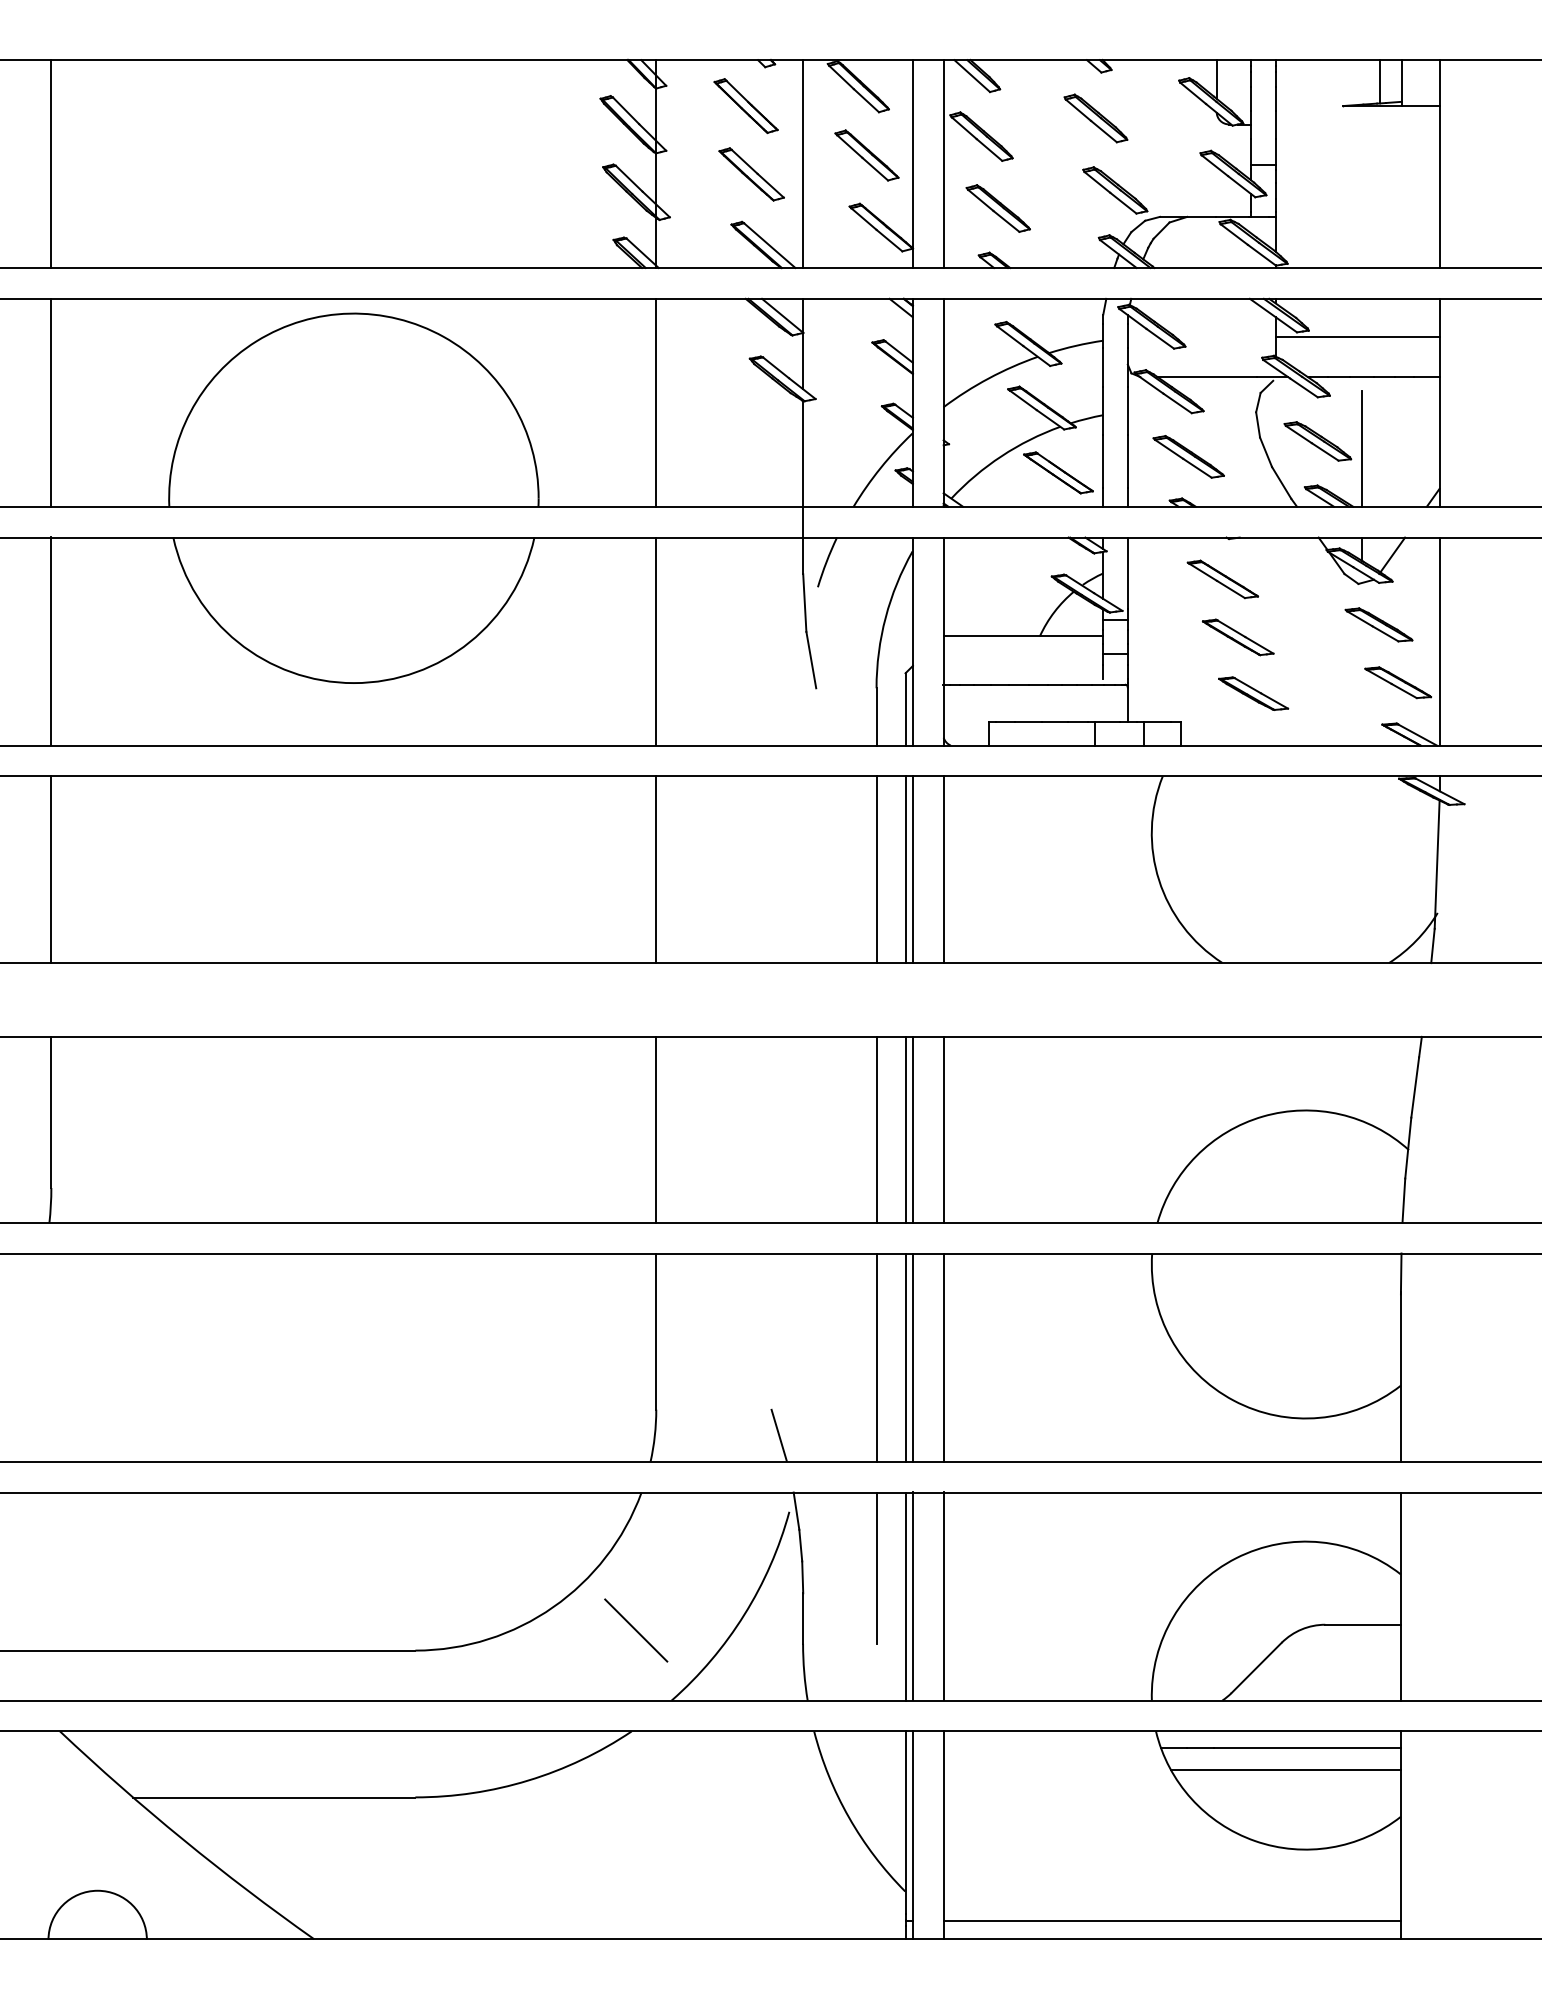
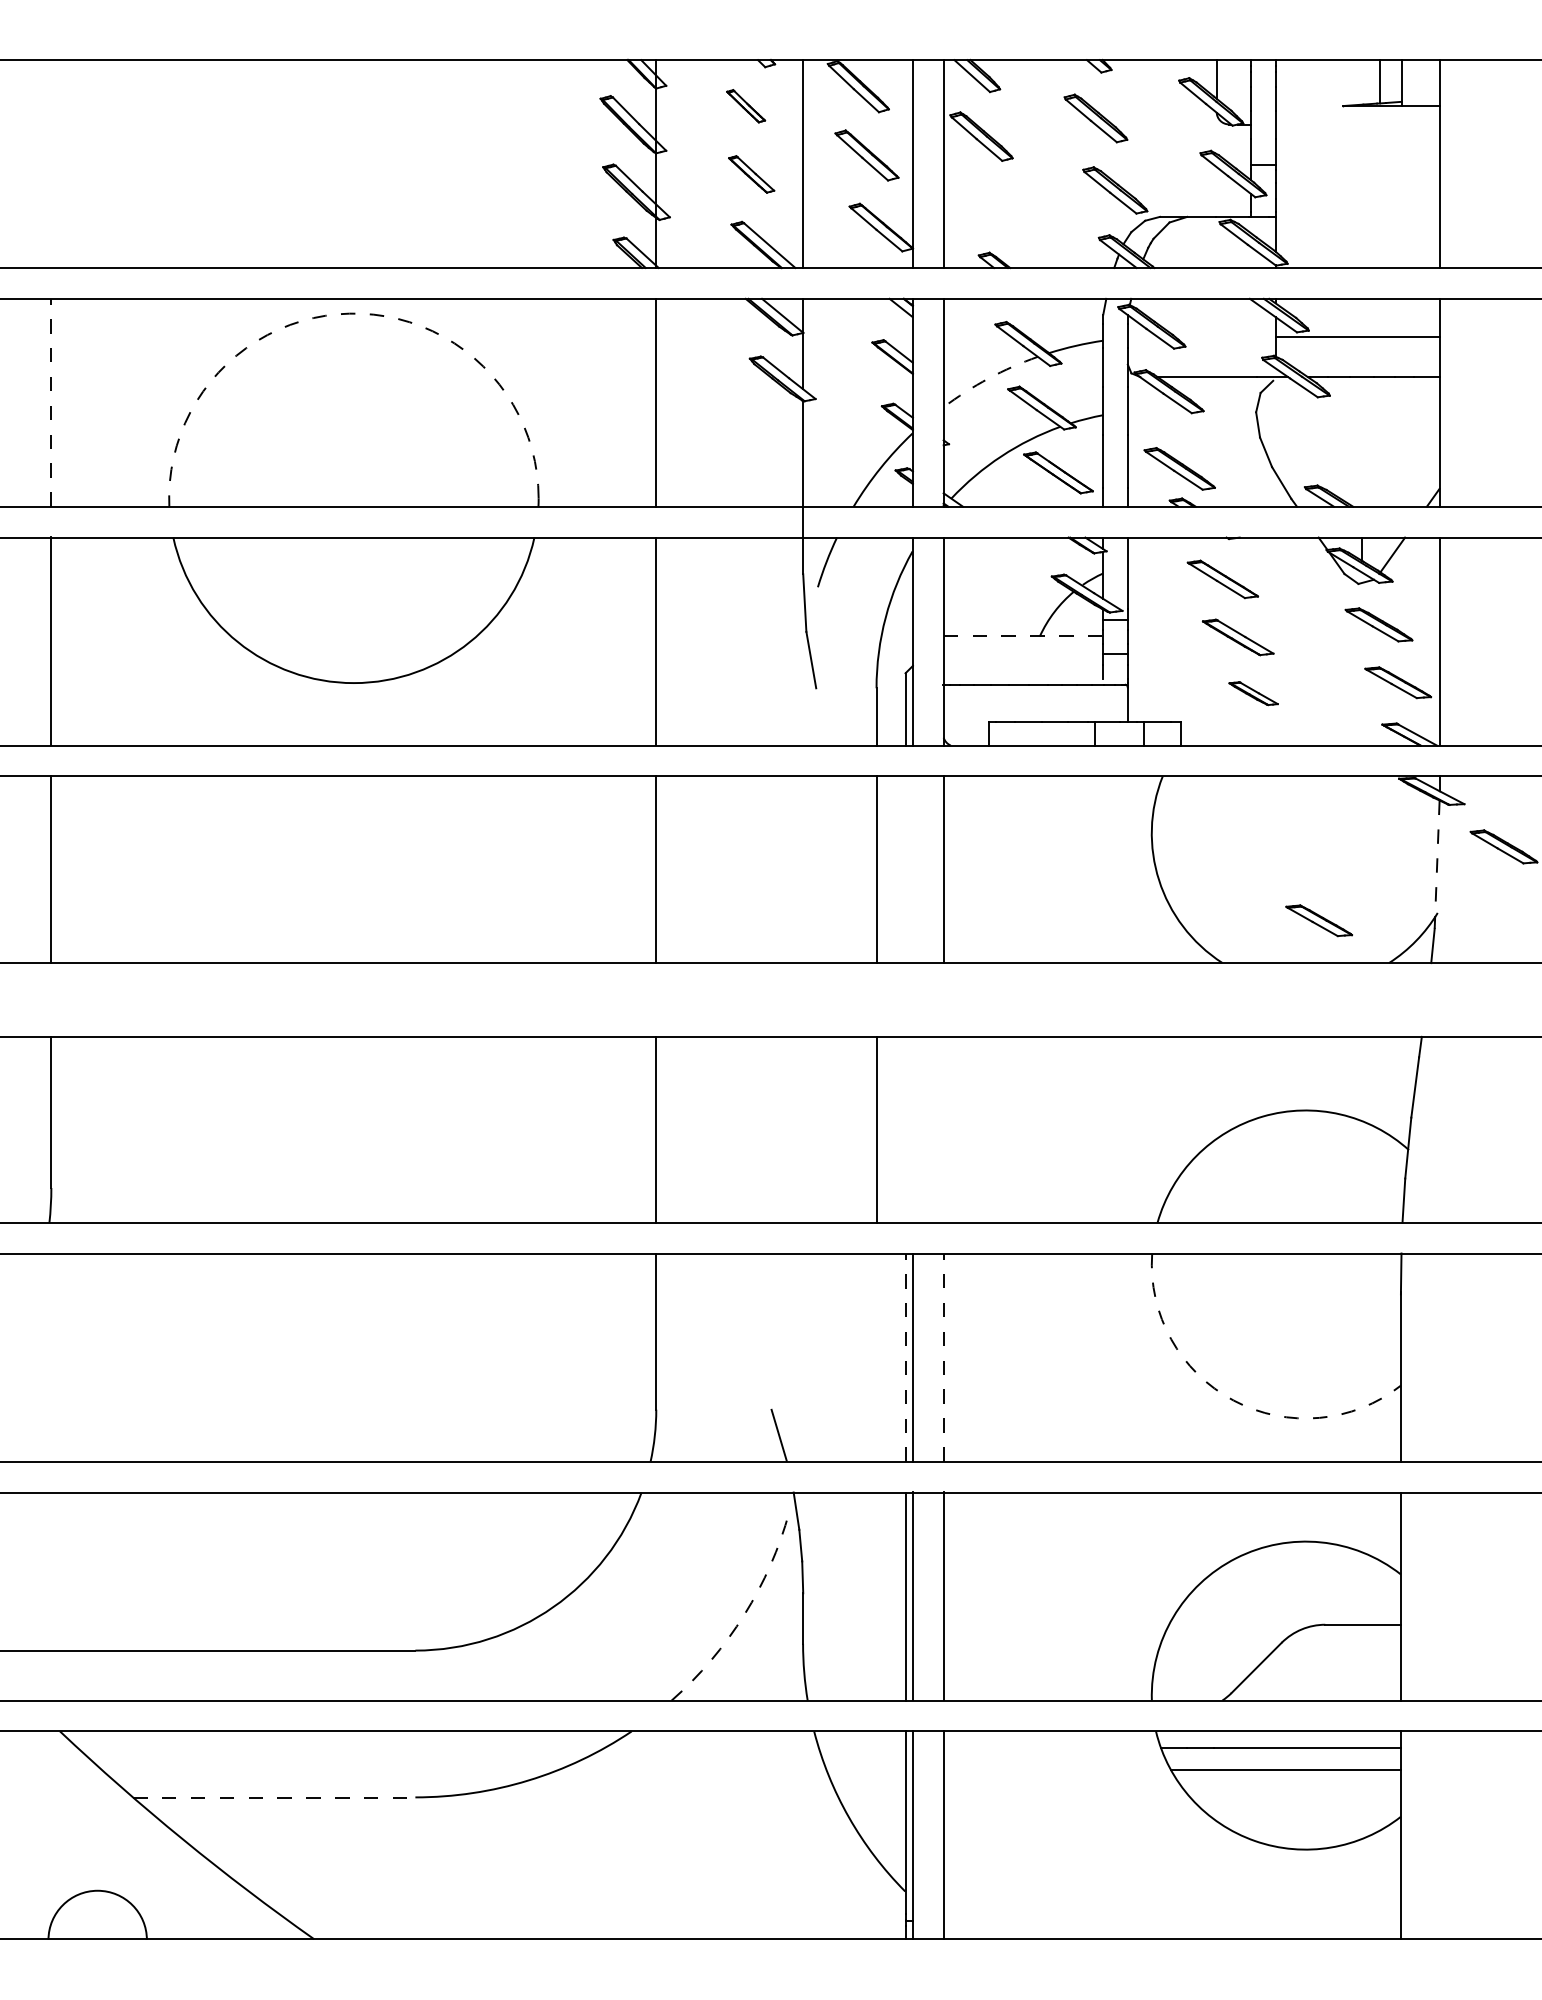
part at (745, 106) size: 66x57 px -> 41x35 px
line at (51, 163): present -> none
part at (751, 174) size: 67x55 px -> 48x39 px
part at (997, 208): present -> none
arc at (349, 313): solid -> dashed
arc at (988, 378): solid -> dashed
line at (51, 402): solid -> dashed
part at (1317, 441): present -> none
line at (1361, 448): present -> none
part at (1188, 456) position: (1188, 456) -> (1179, 468)
line at (1023, 636): solid -> dashed
part at (1253, 693) size: 72x35 px -> 51x26 px
part at (1503, 846): none -> present
line at (1437, 865): solid -> dashed
line at (905, 869): present -> none
line at (912, 869): present -> none
part at (1318, 920): none -> present
line at (905, 1129): present -> none
line at (912, 1129): present -> none
line at (943, 1129): present -> none
line at (876, 1357): present -> none
line at (905, 1357): solid -> dashed
line at (943, 1357): solid -> dashed
arc at (1233, 1400): solid -> dashed
line at (876, 1567): present -> none
arc at (744, 1614): solid -> dashed
line at (636, 1630): present -> none
line at (274, 1797): solid -> dashed
line at (1171, 1920): present -> none
